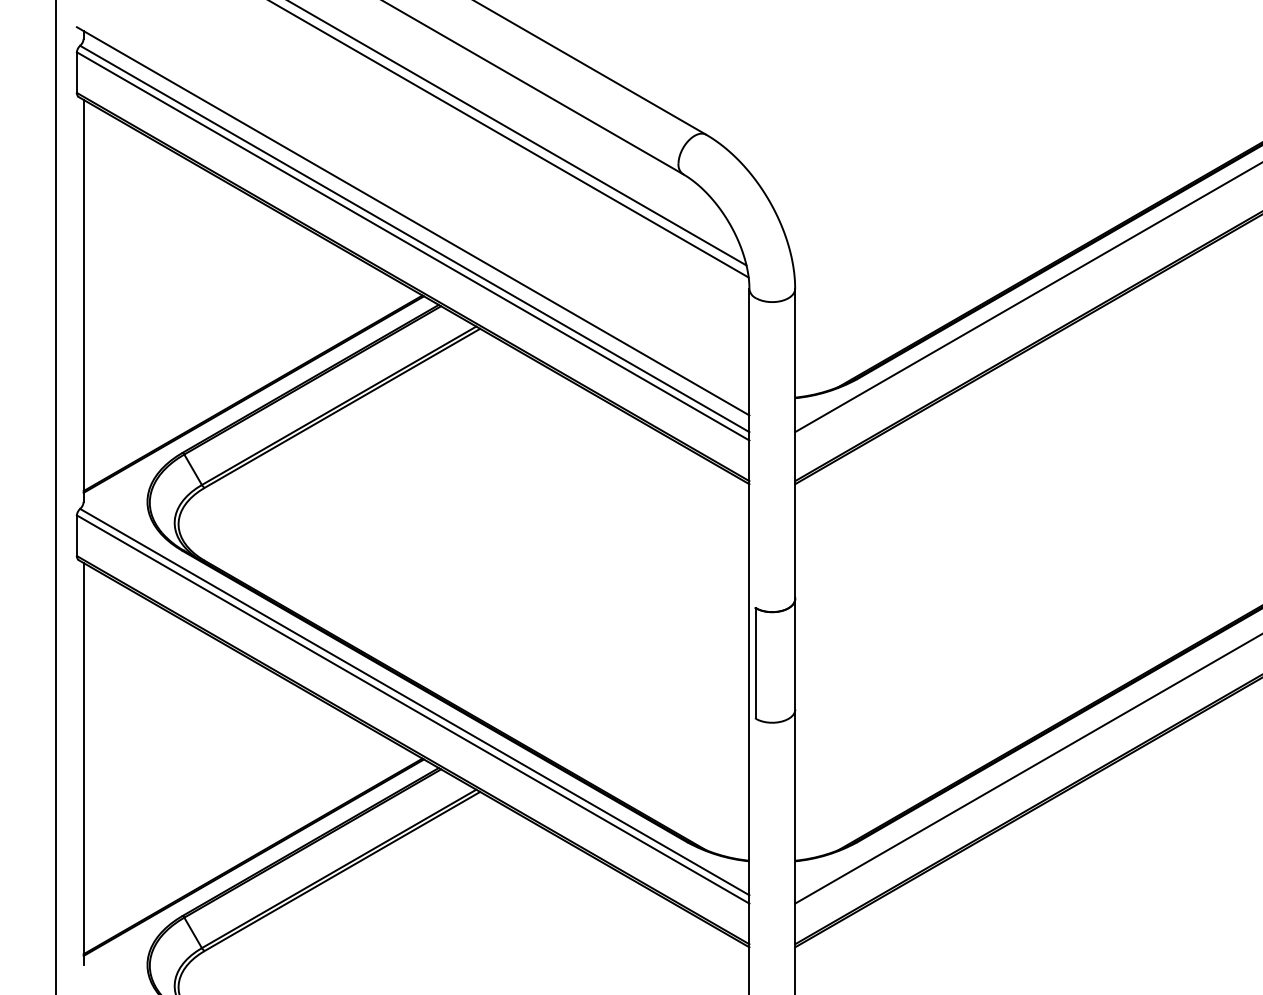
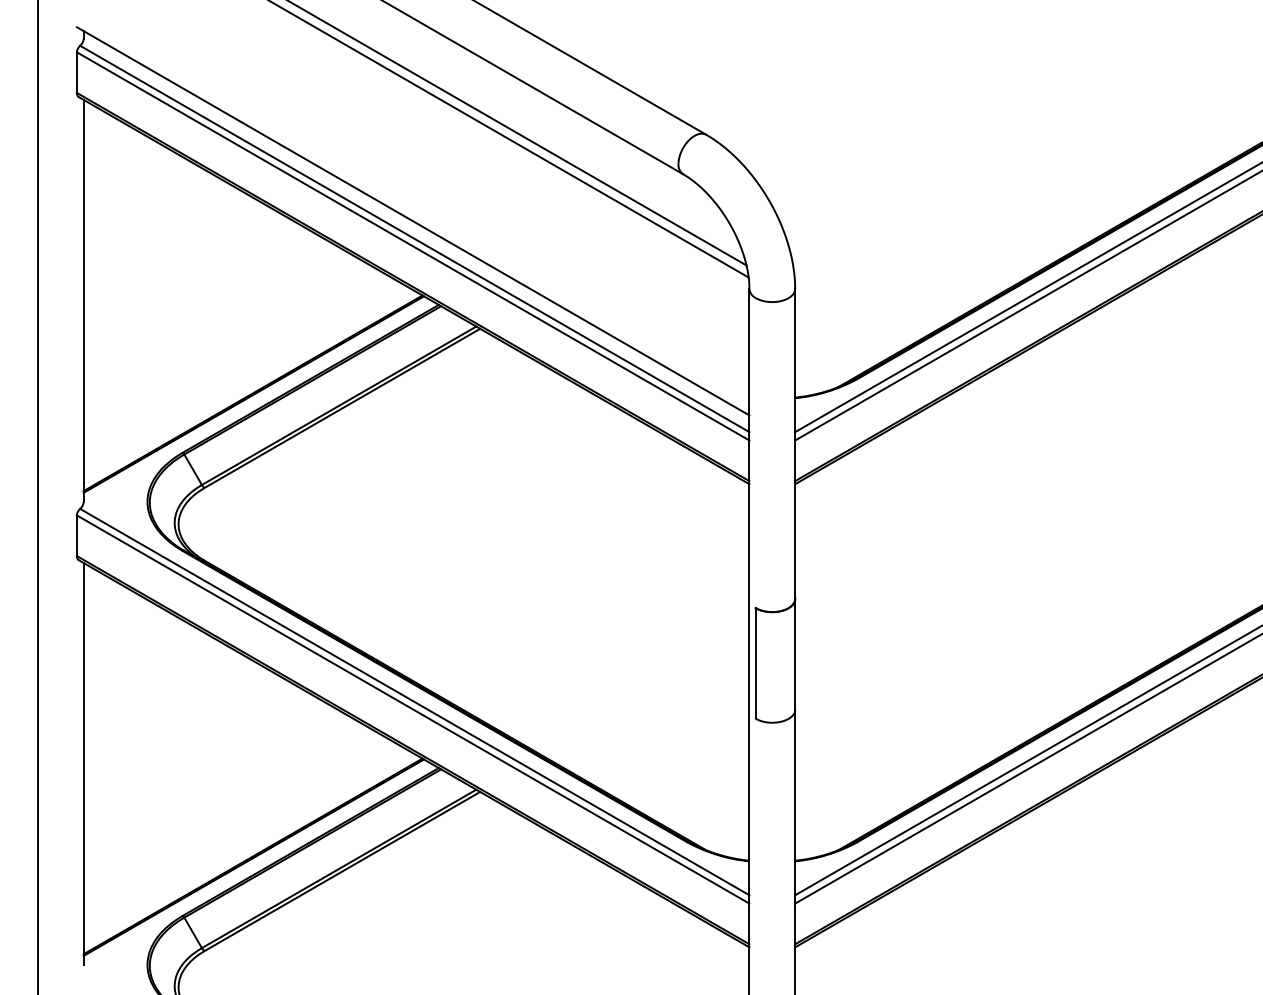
line at (1027, 306): none -> present
line at (55, 496) position: (55, 496) -> (37, 496)
line at (1027, 761): none -> present
